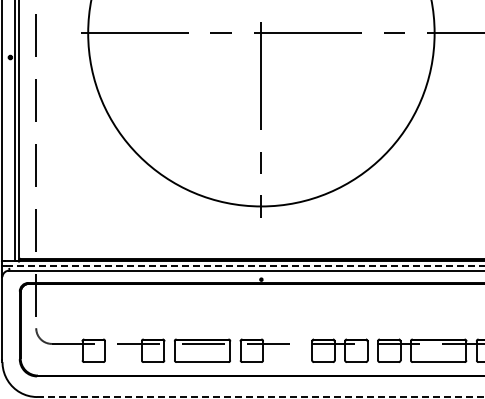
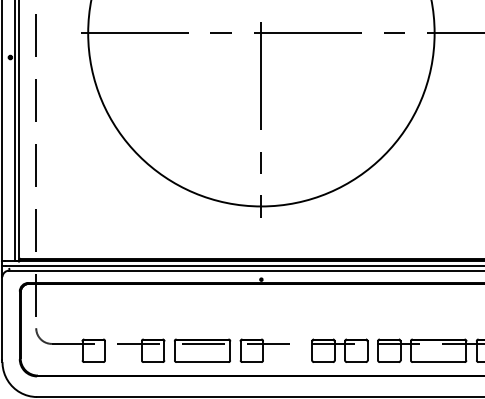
line at (245, 265): dashed -> solid
line at (260, 397): dashed -> solid
